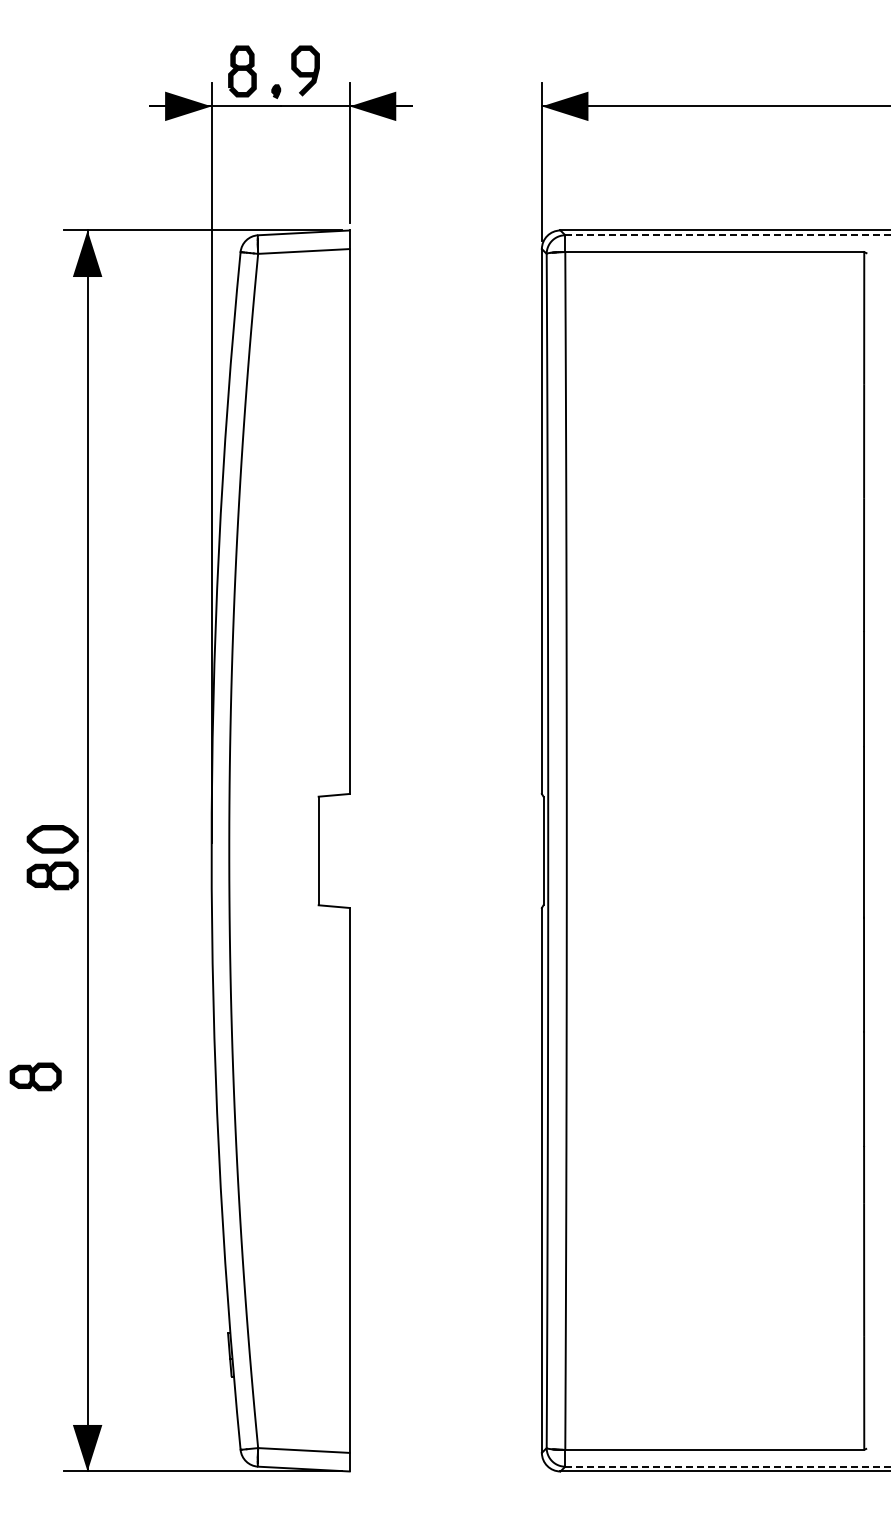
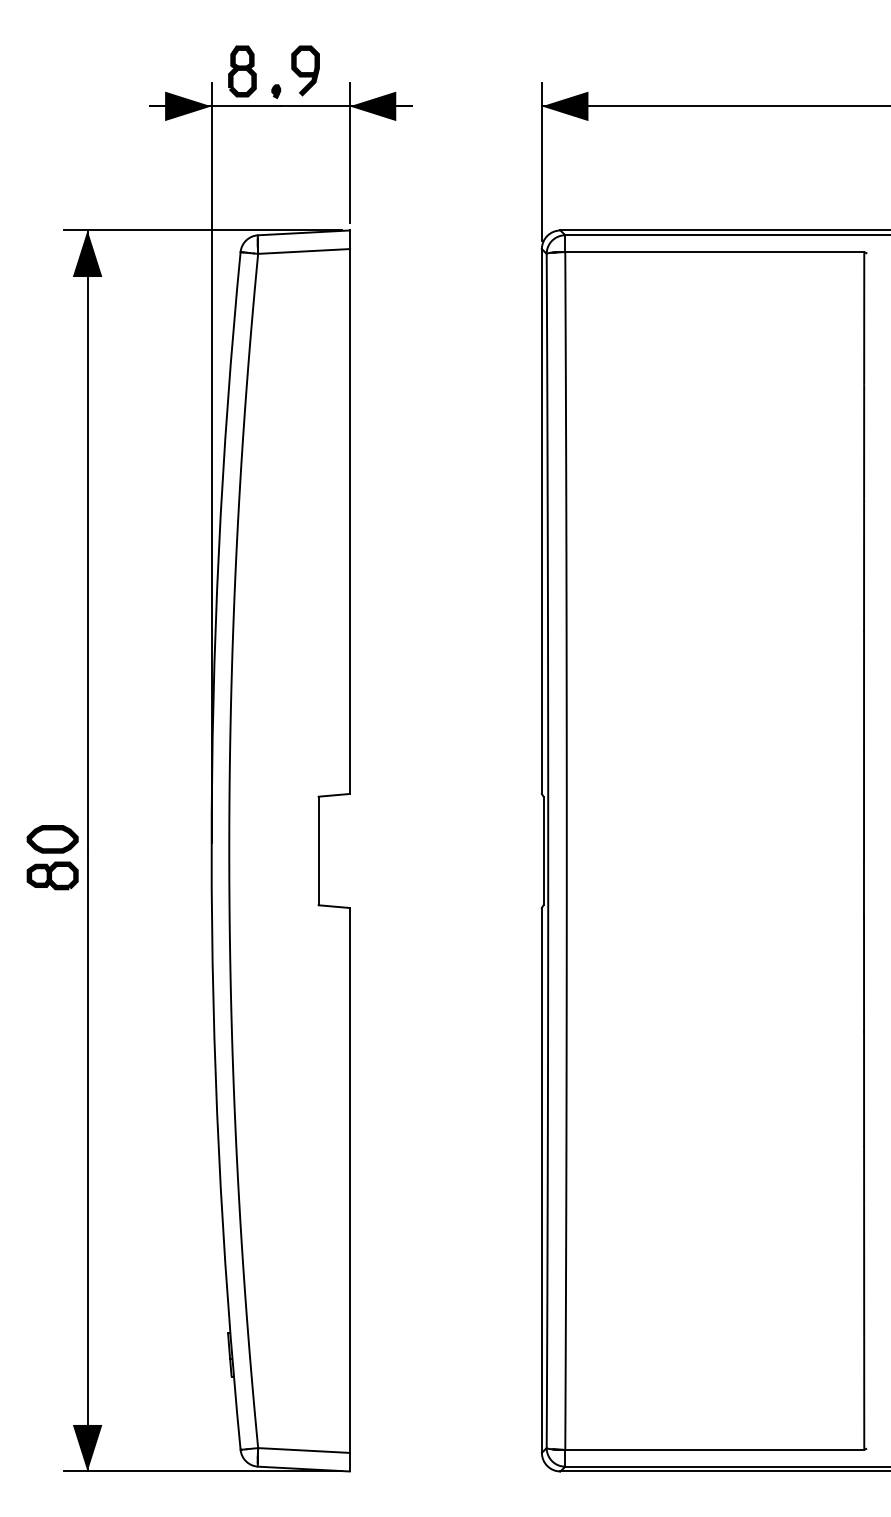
line at (728, 235): dashed -> solid
part at (35, 1076): present -> none
line at (728, 1466): dashed -> solid
